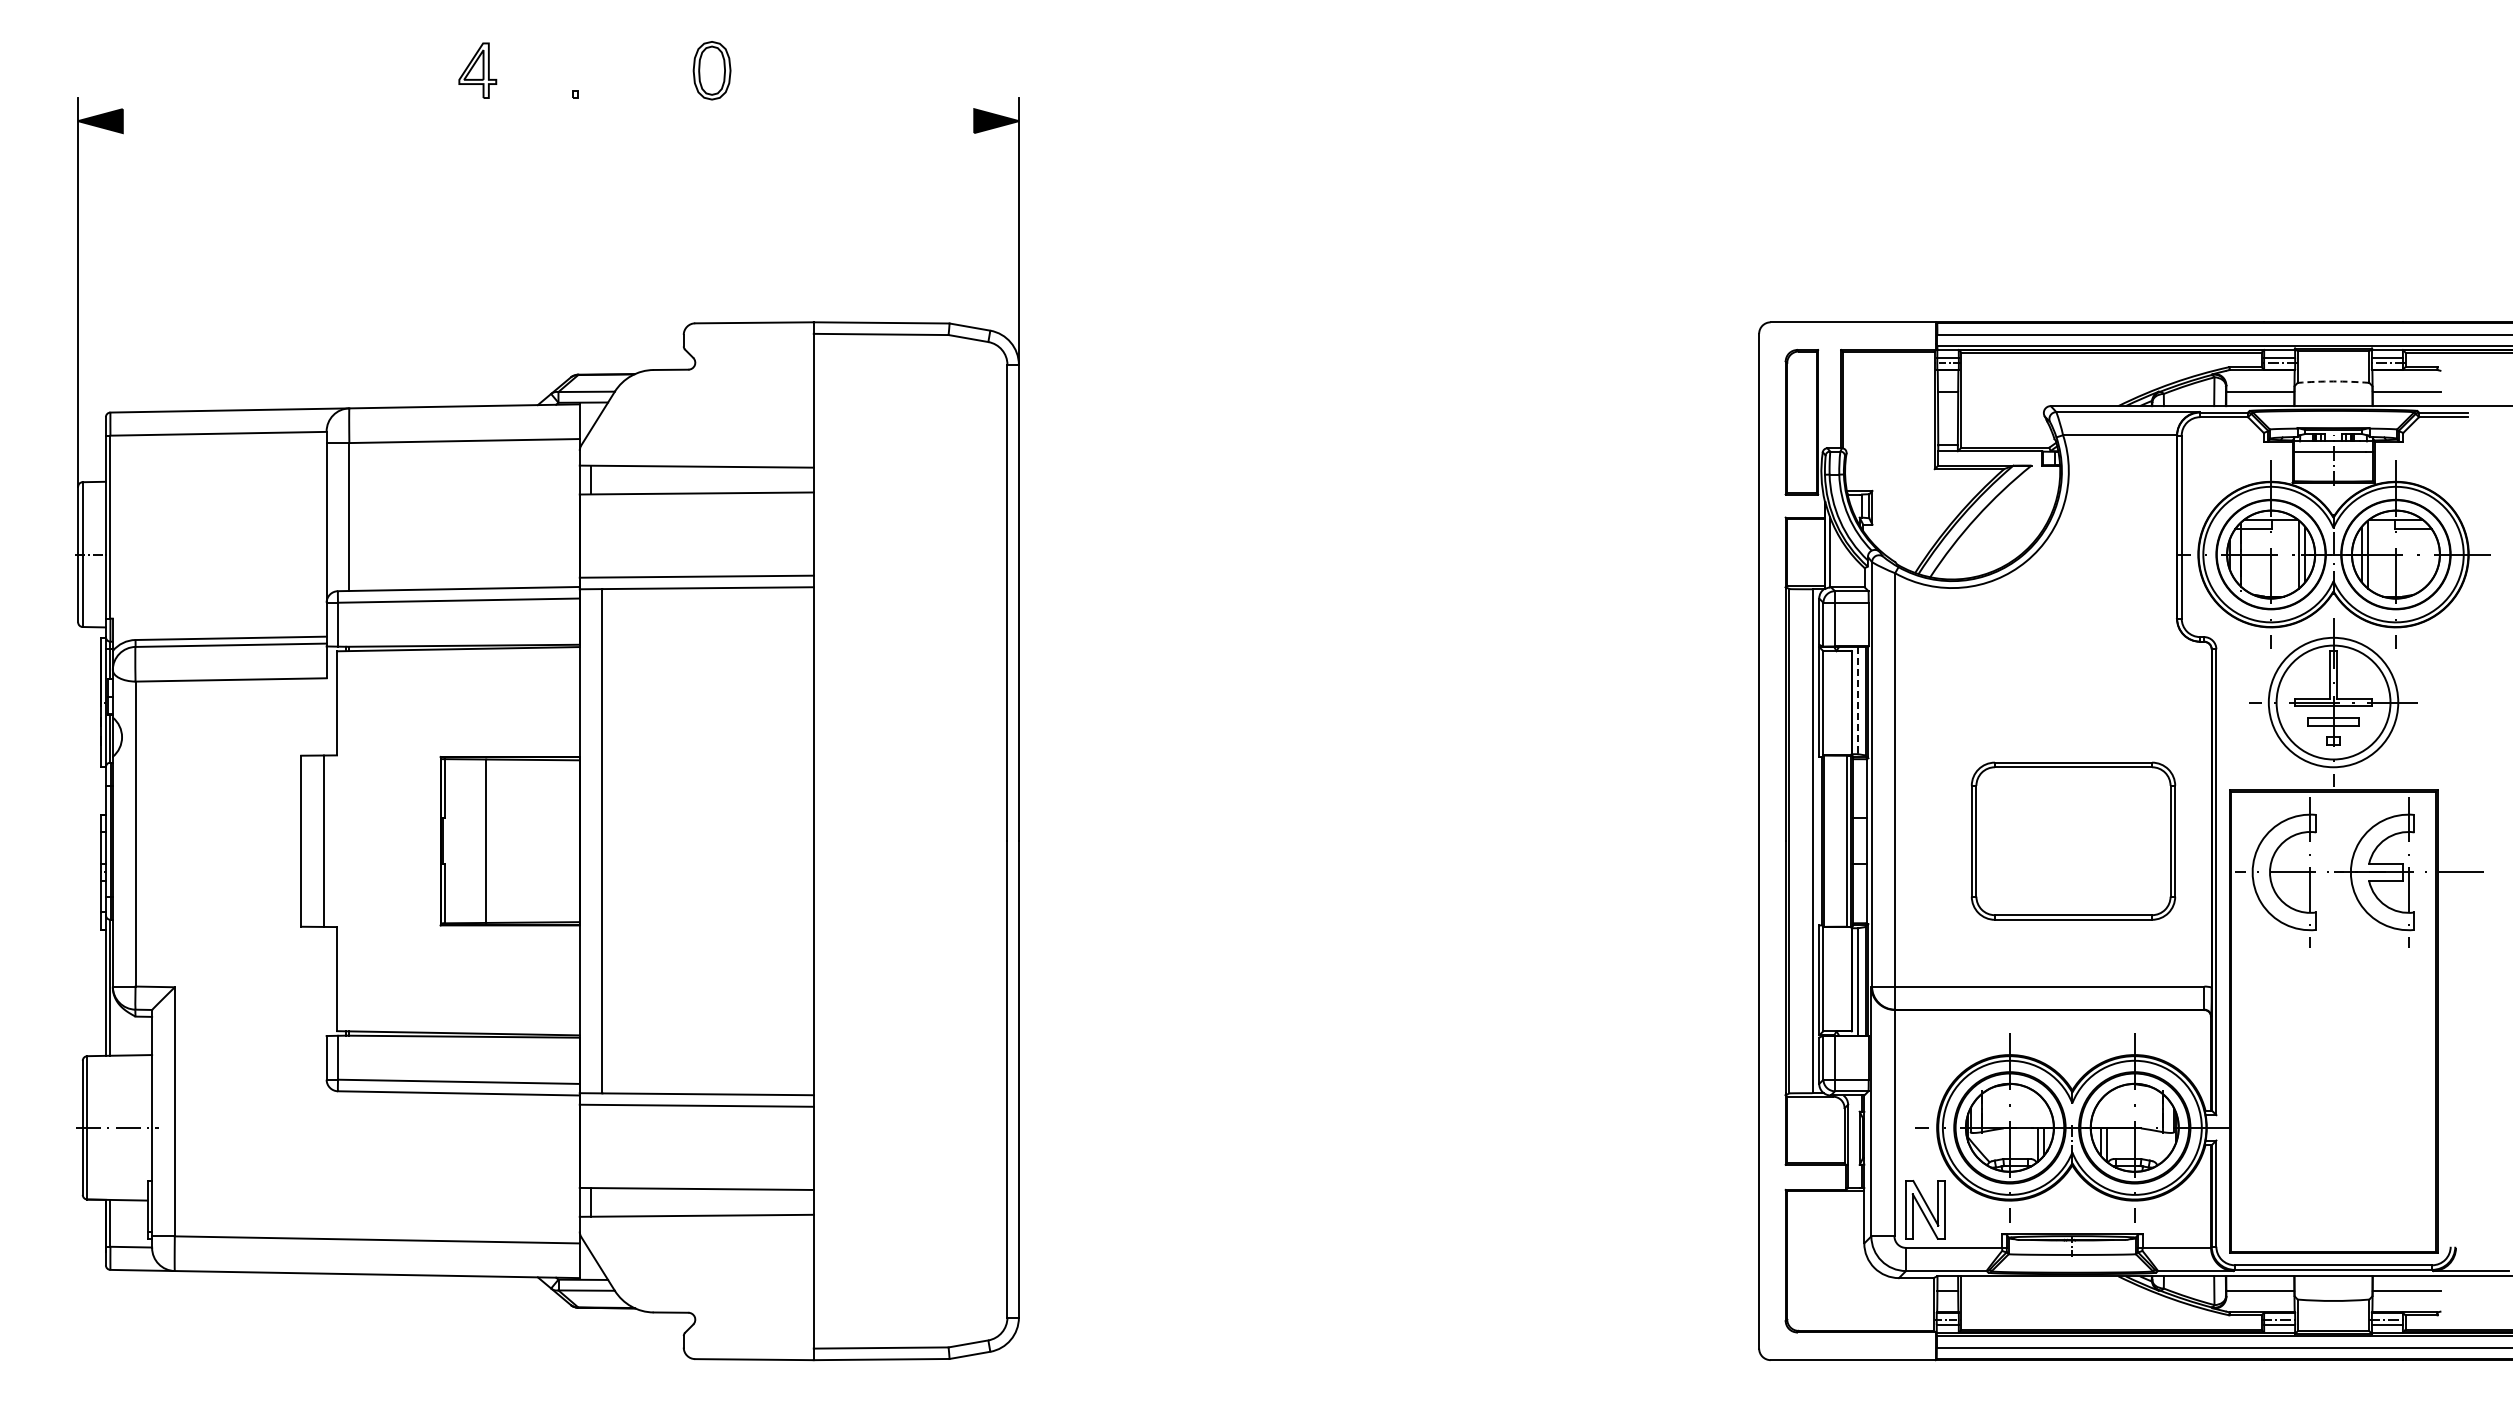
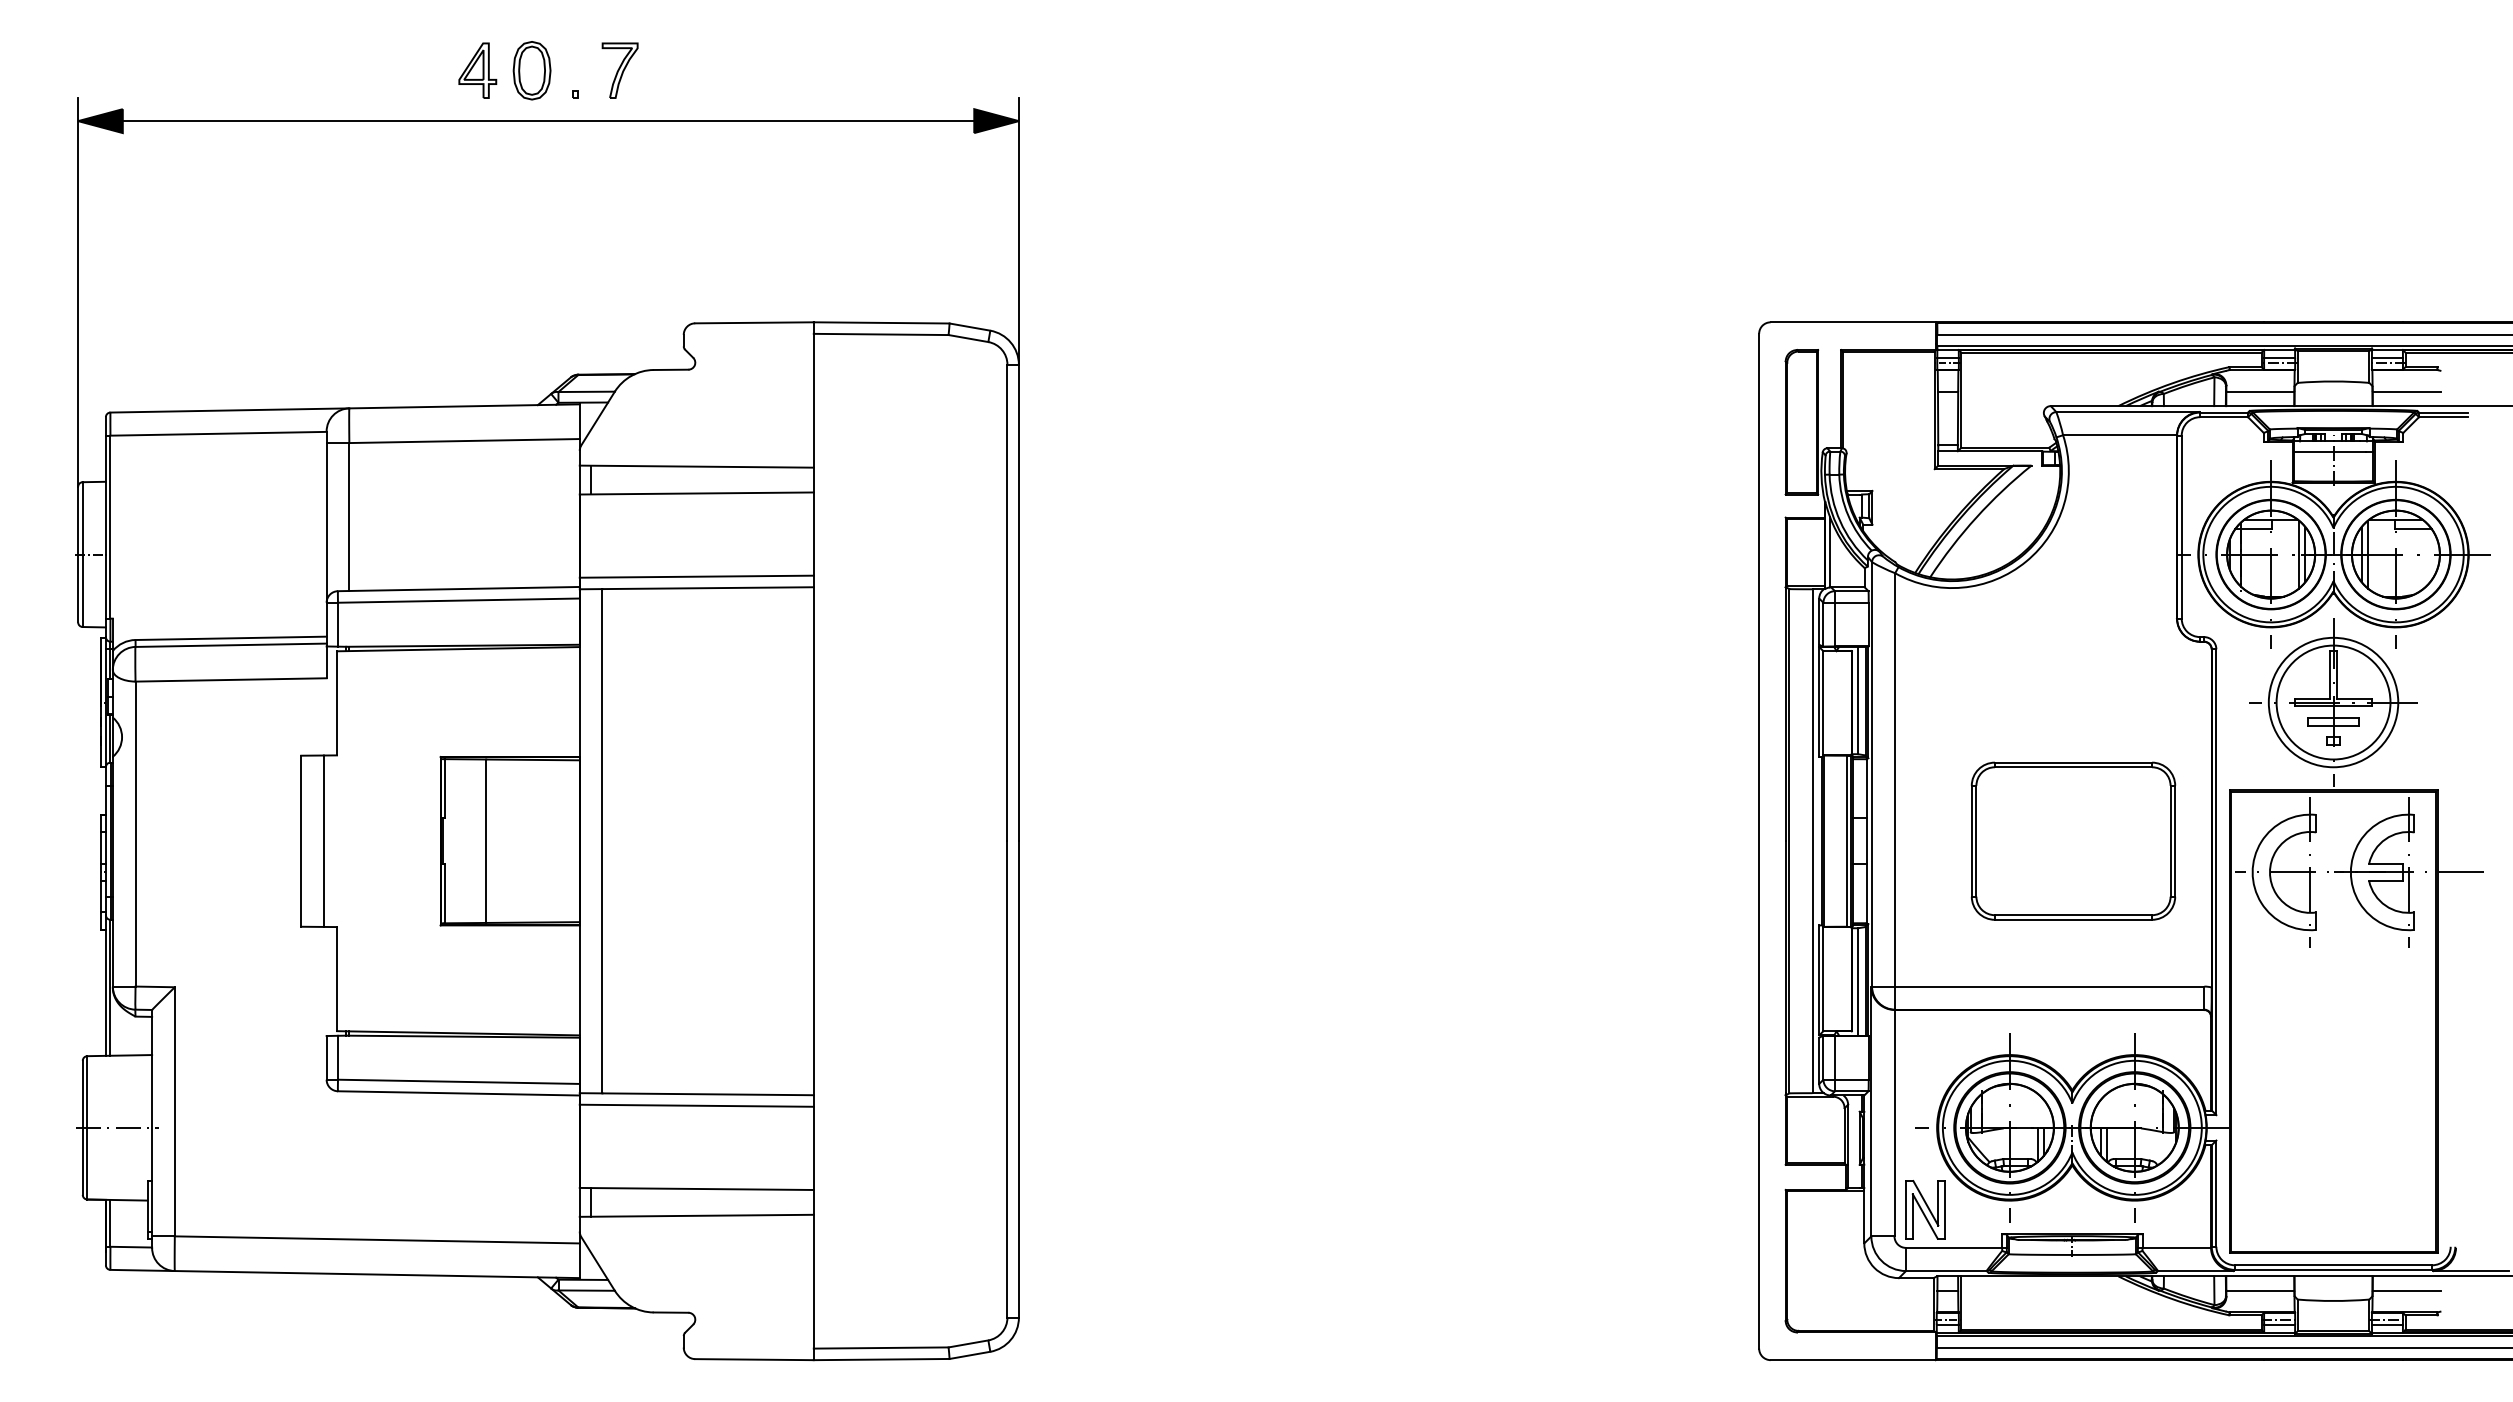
part at (619, 70): none -> present
part at (711, 70) position: (711, 70) -> (531, 70)
line at (548, 121): none -> present
arc at (2333, 381): dashed -> solid
line at (1857, 700): dashed -> solid
